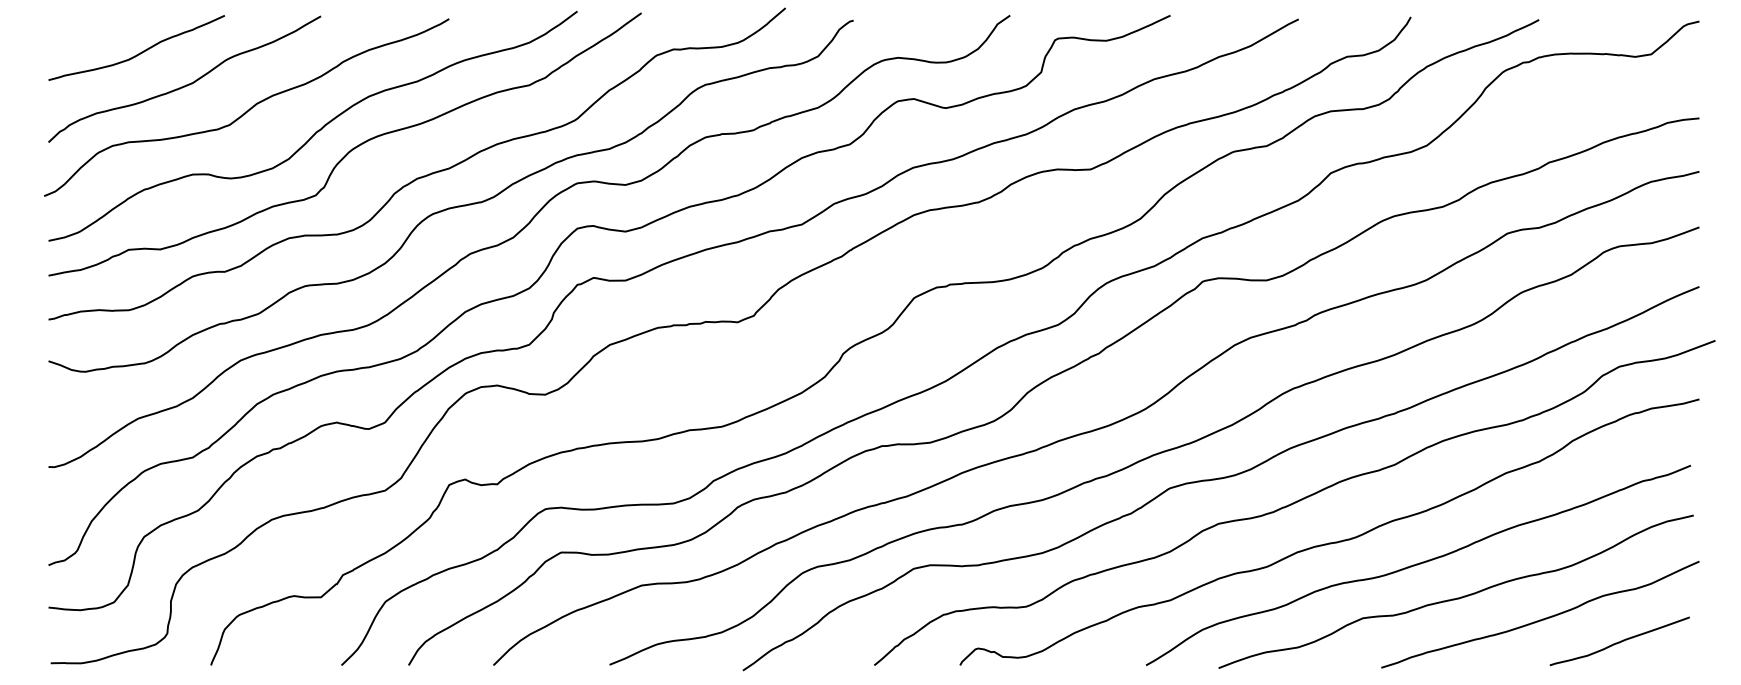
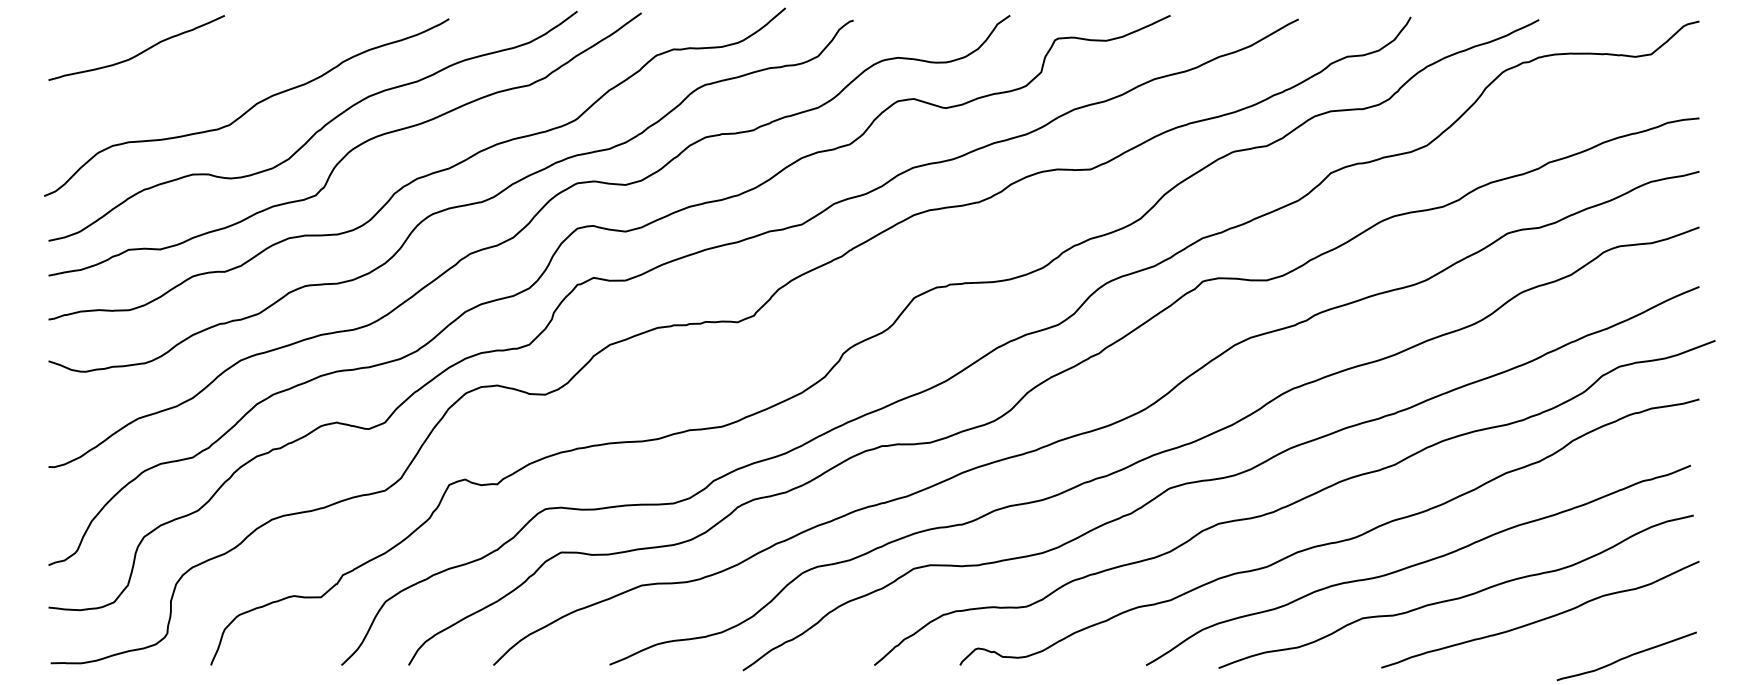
curve at (186, 84): present -> none
curve at (1619, 641) position: (1619, 641) -> (1626, 656)
